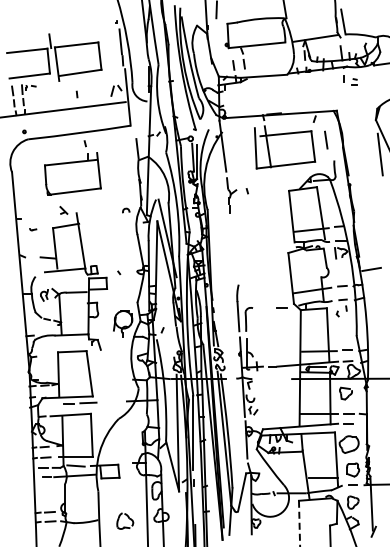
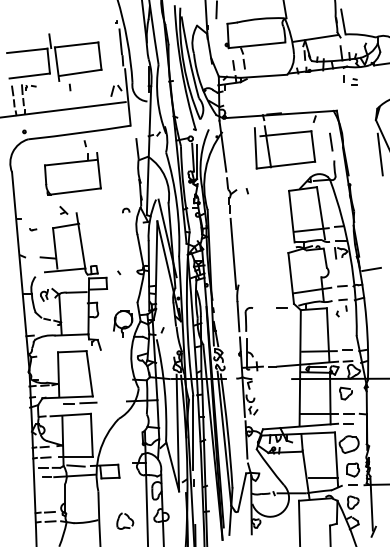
line at (76, 94) position: (76, 94) -> (69, 87)
line at (326, 139) position: (326, 139) -> (331, 141)
line at (233, 253): none -> present
line at (299, 524): dashed -> solid
